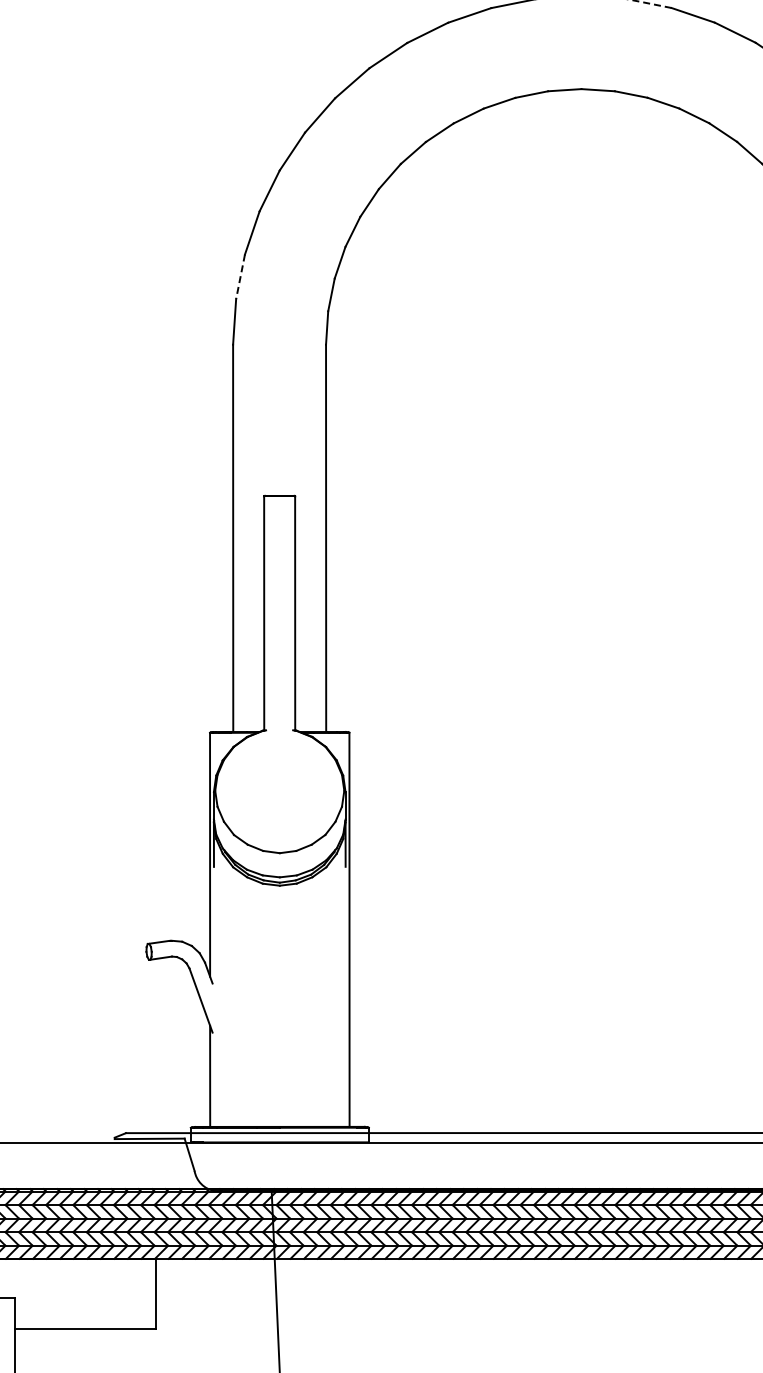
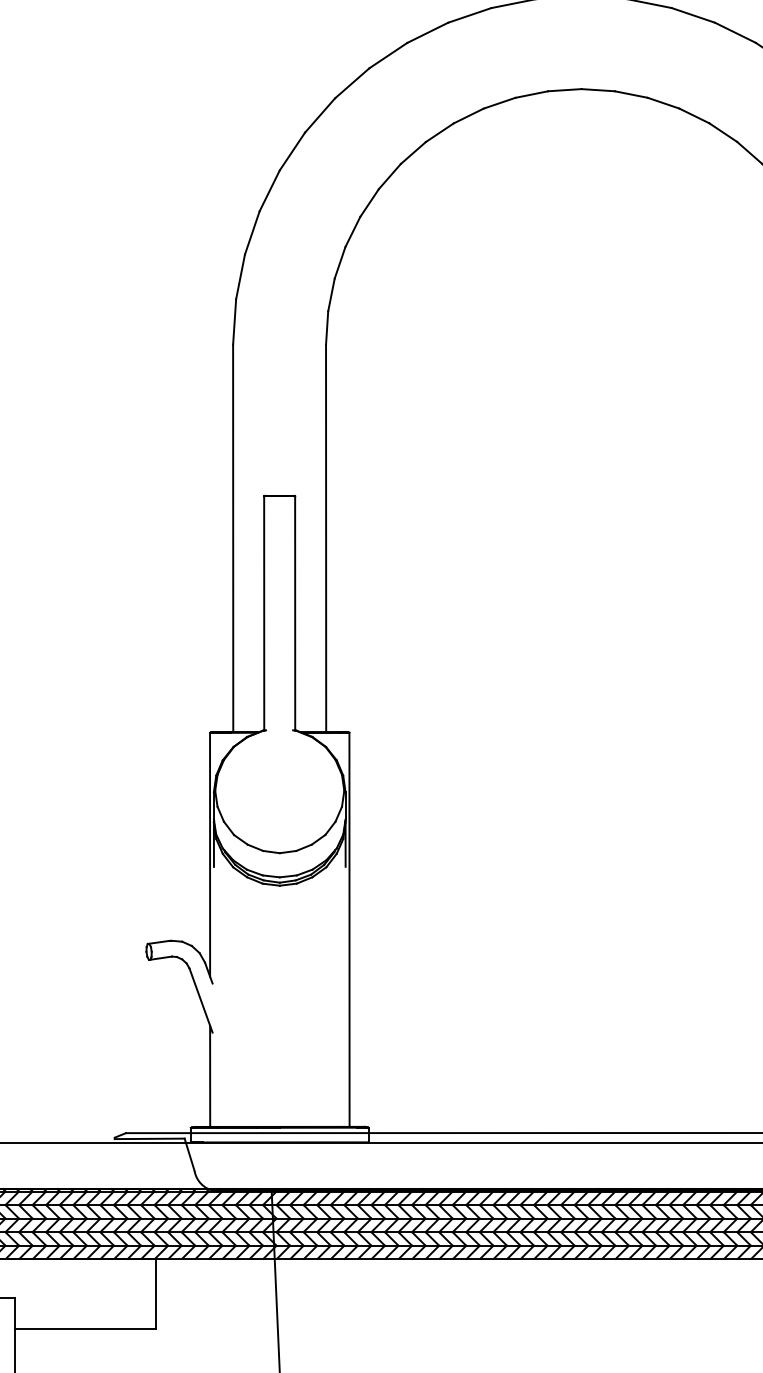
line at (651, 3): dashed -> solid
line at (240, 276): dashed -> solid
